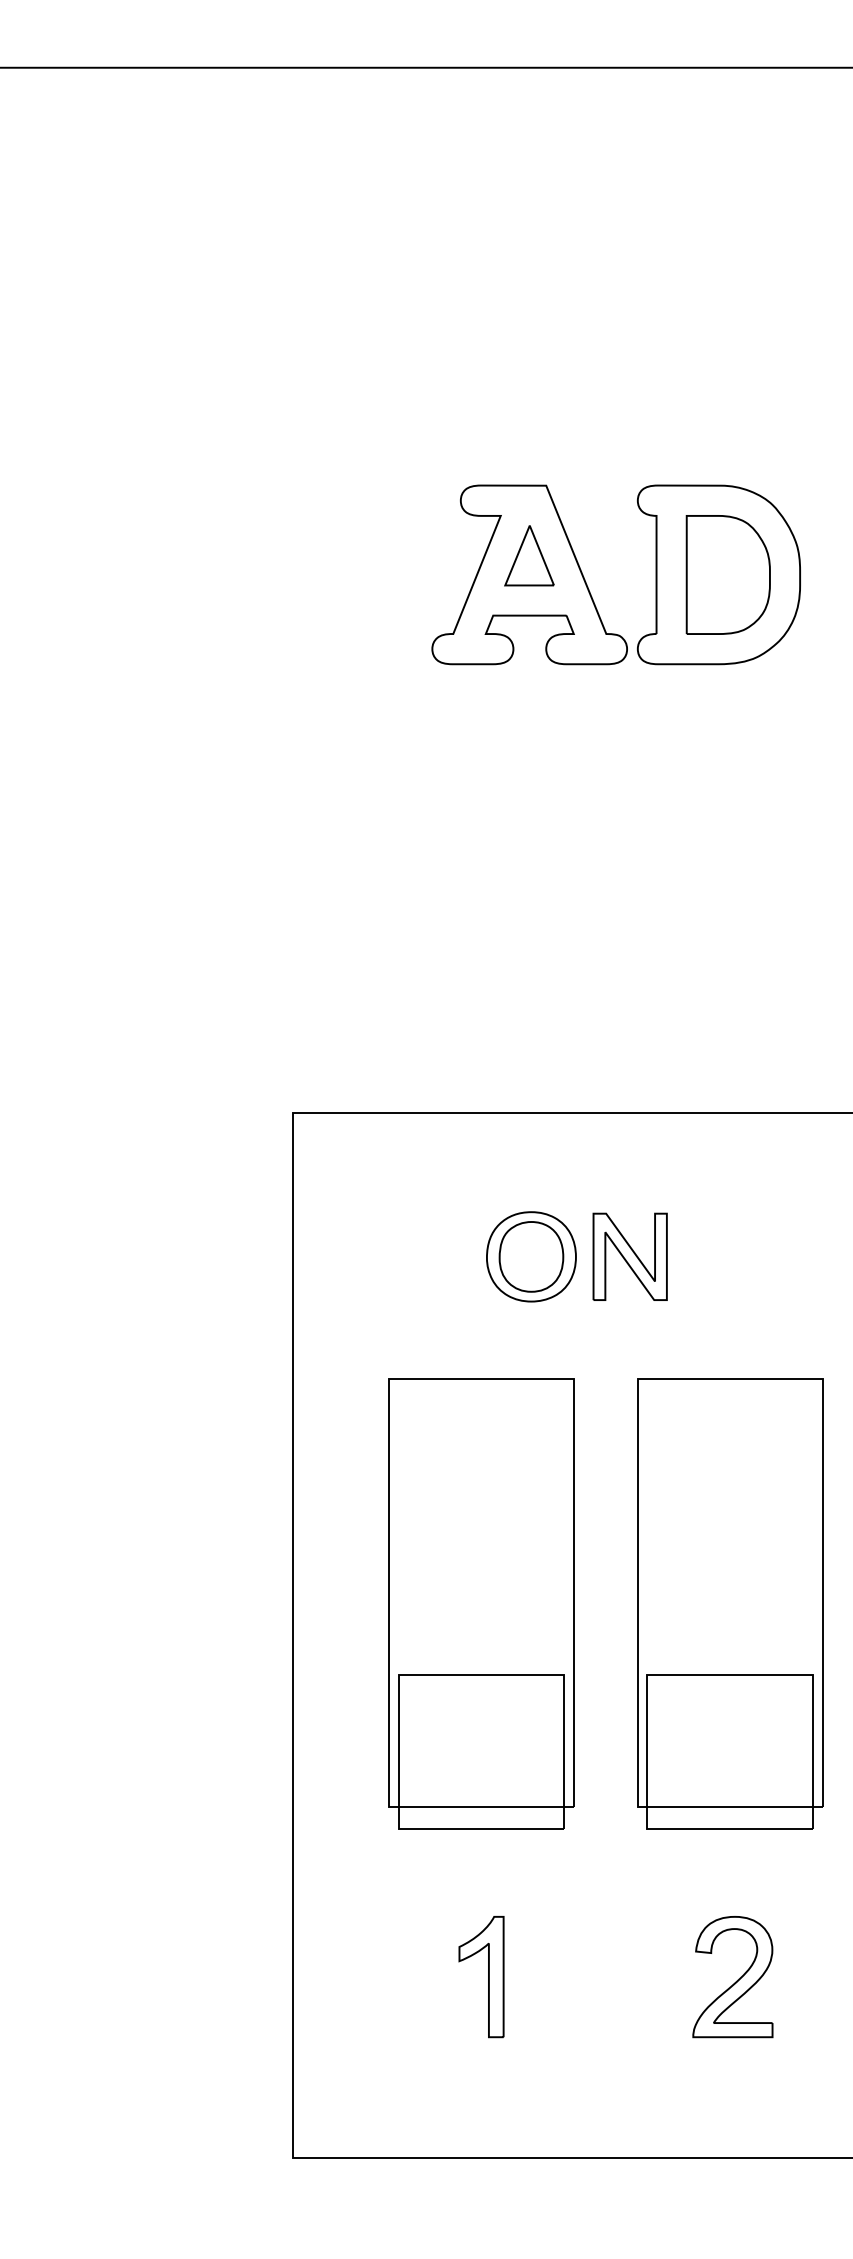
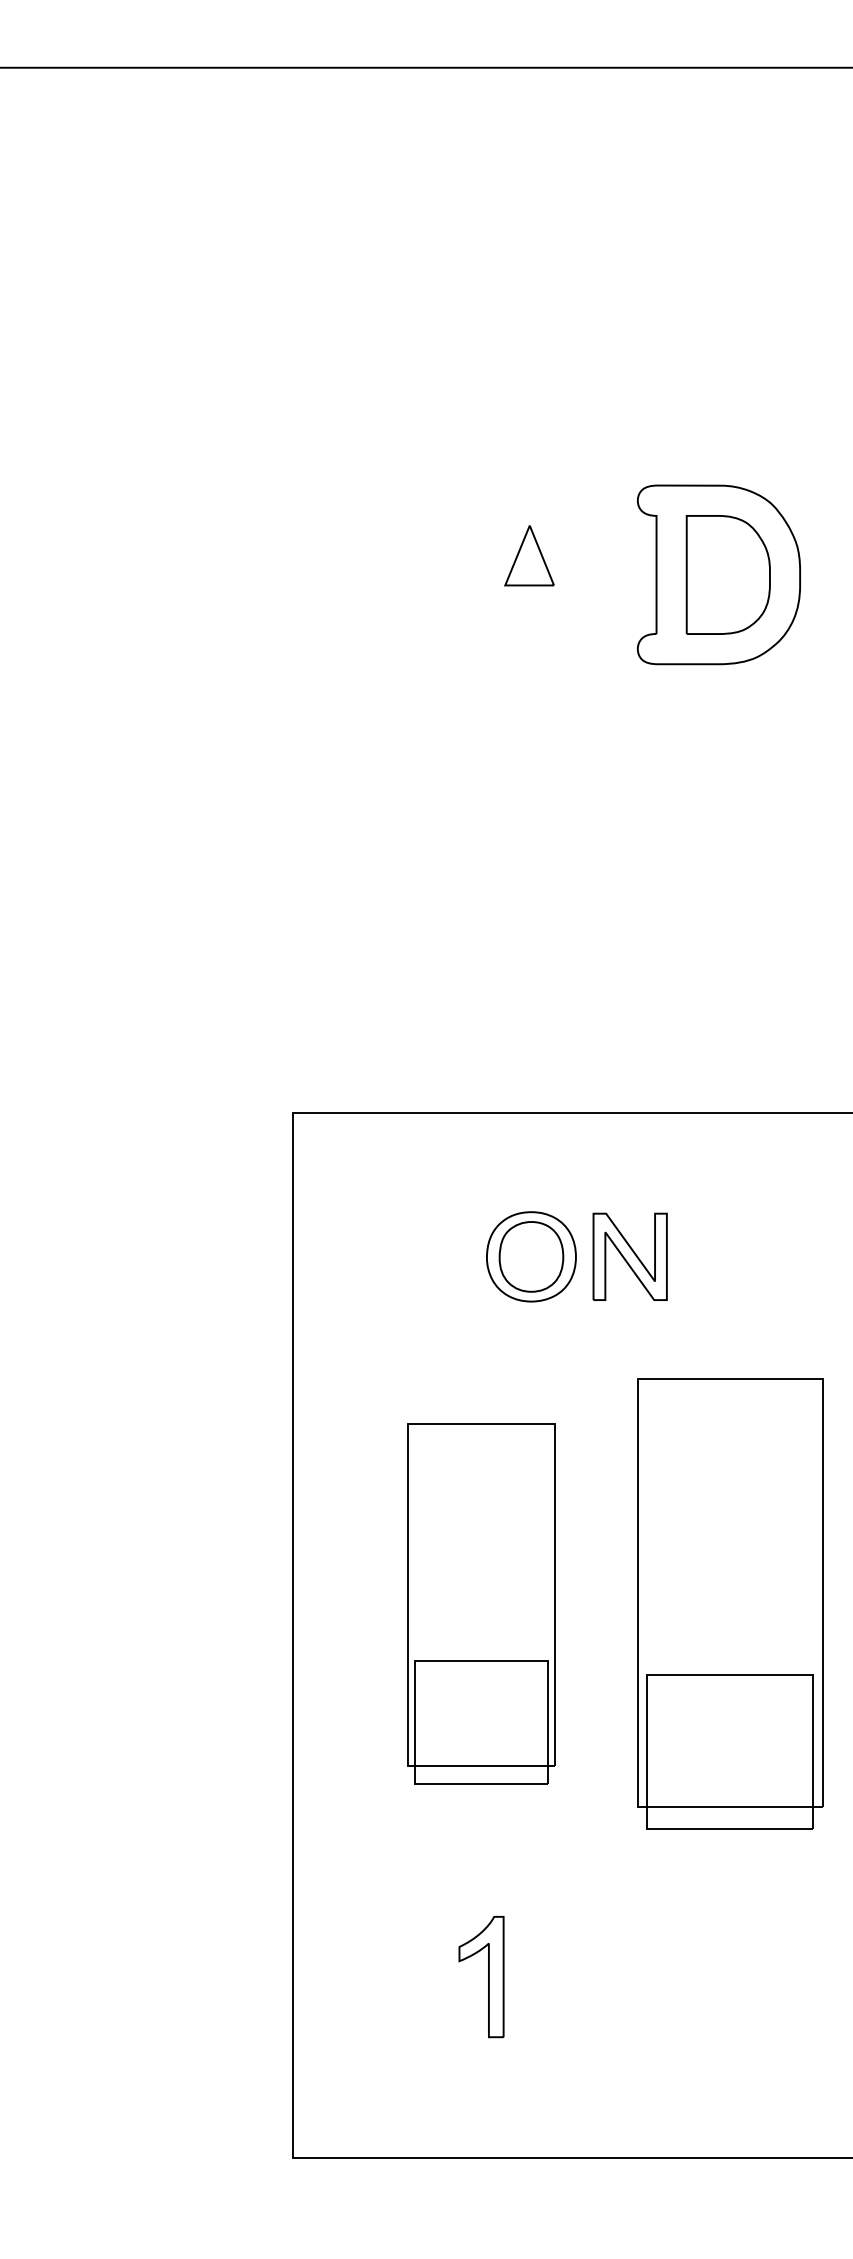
part at (529, 574): present -> none
part at (481, 1603) size: 187x452 px -> 149x362 px
part at (732, 1977): present -> none
